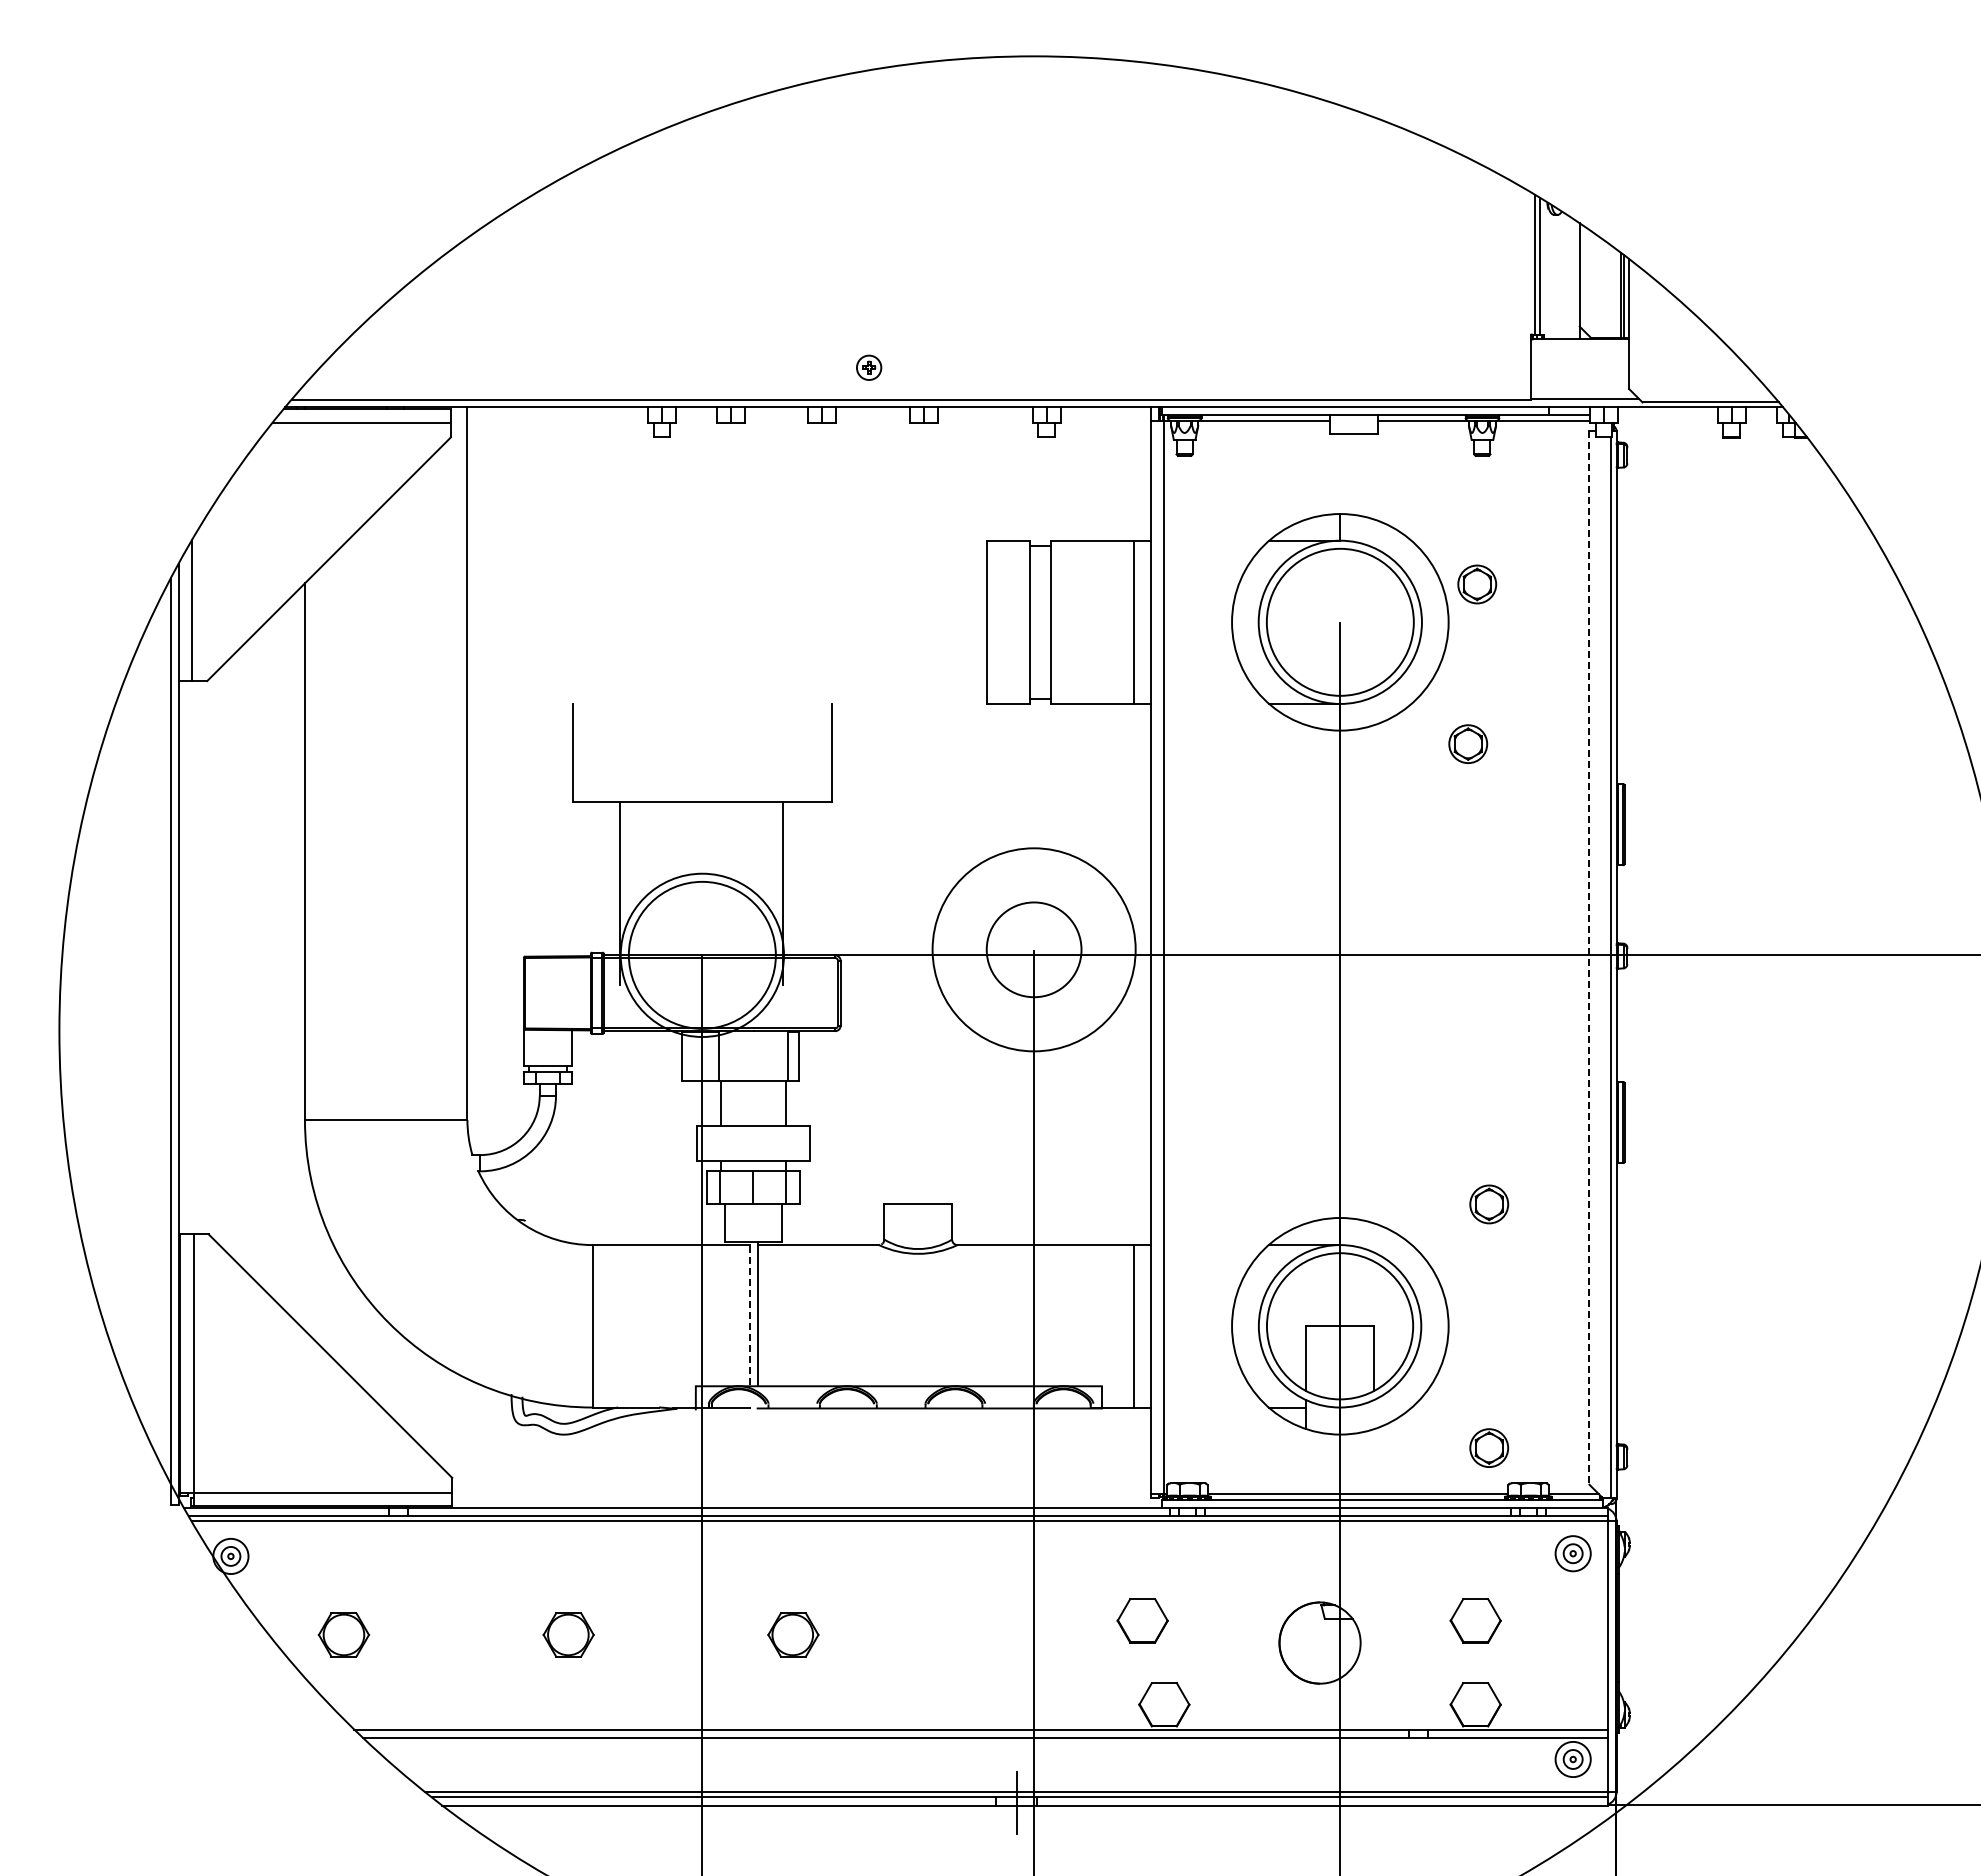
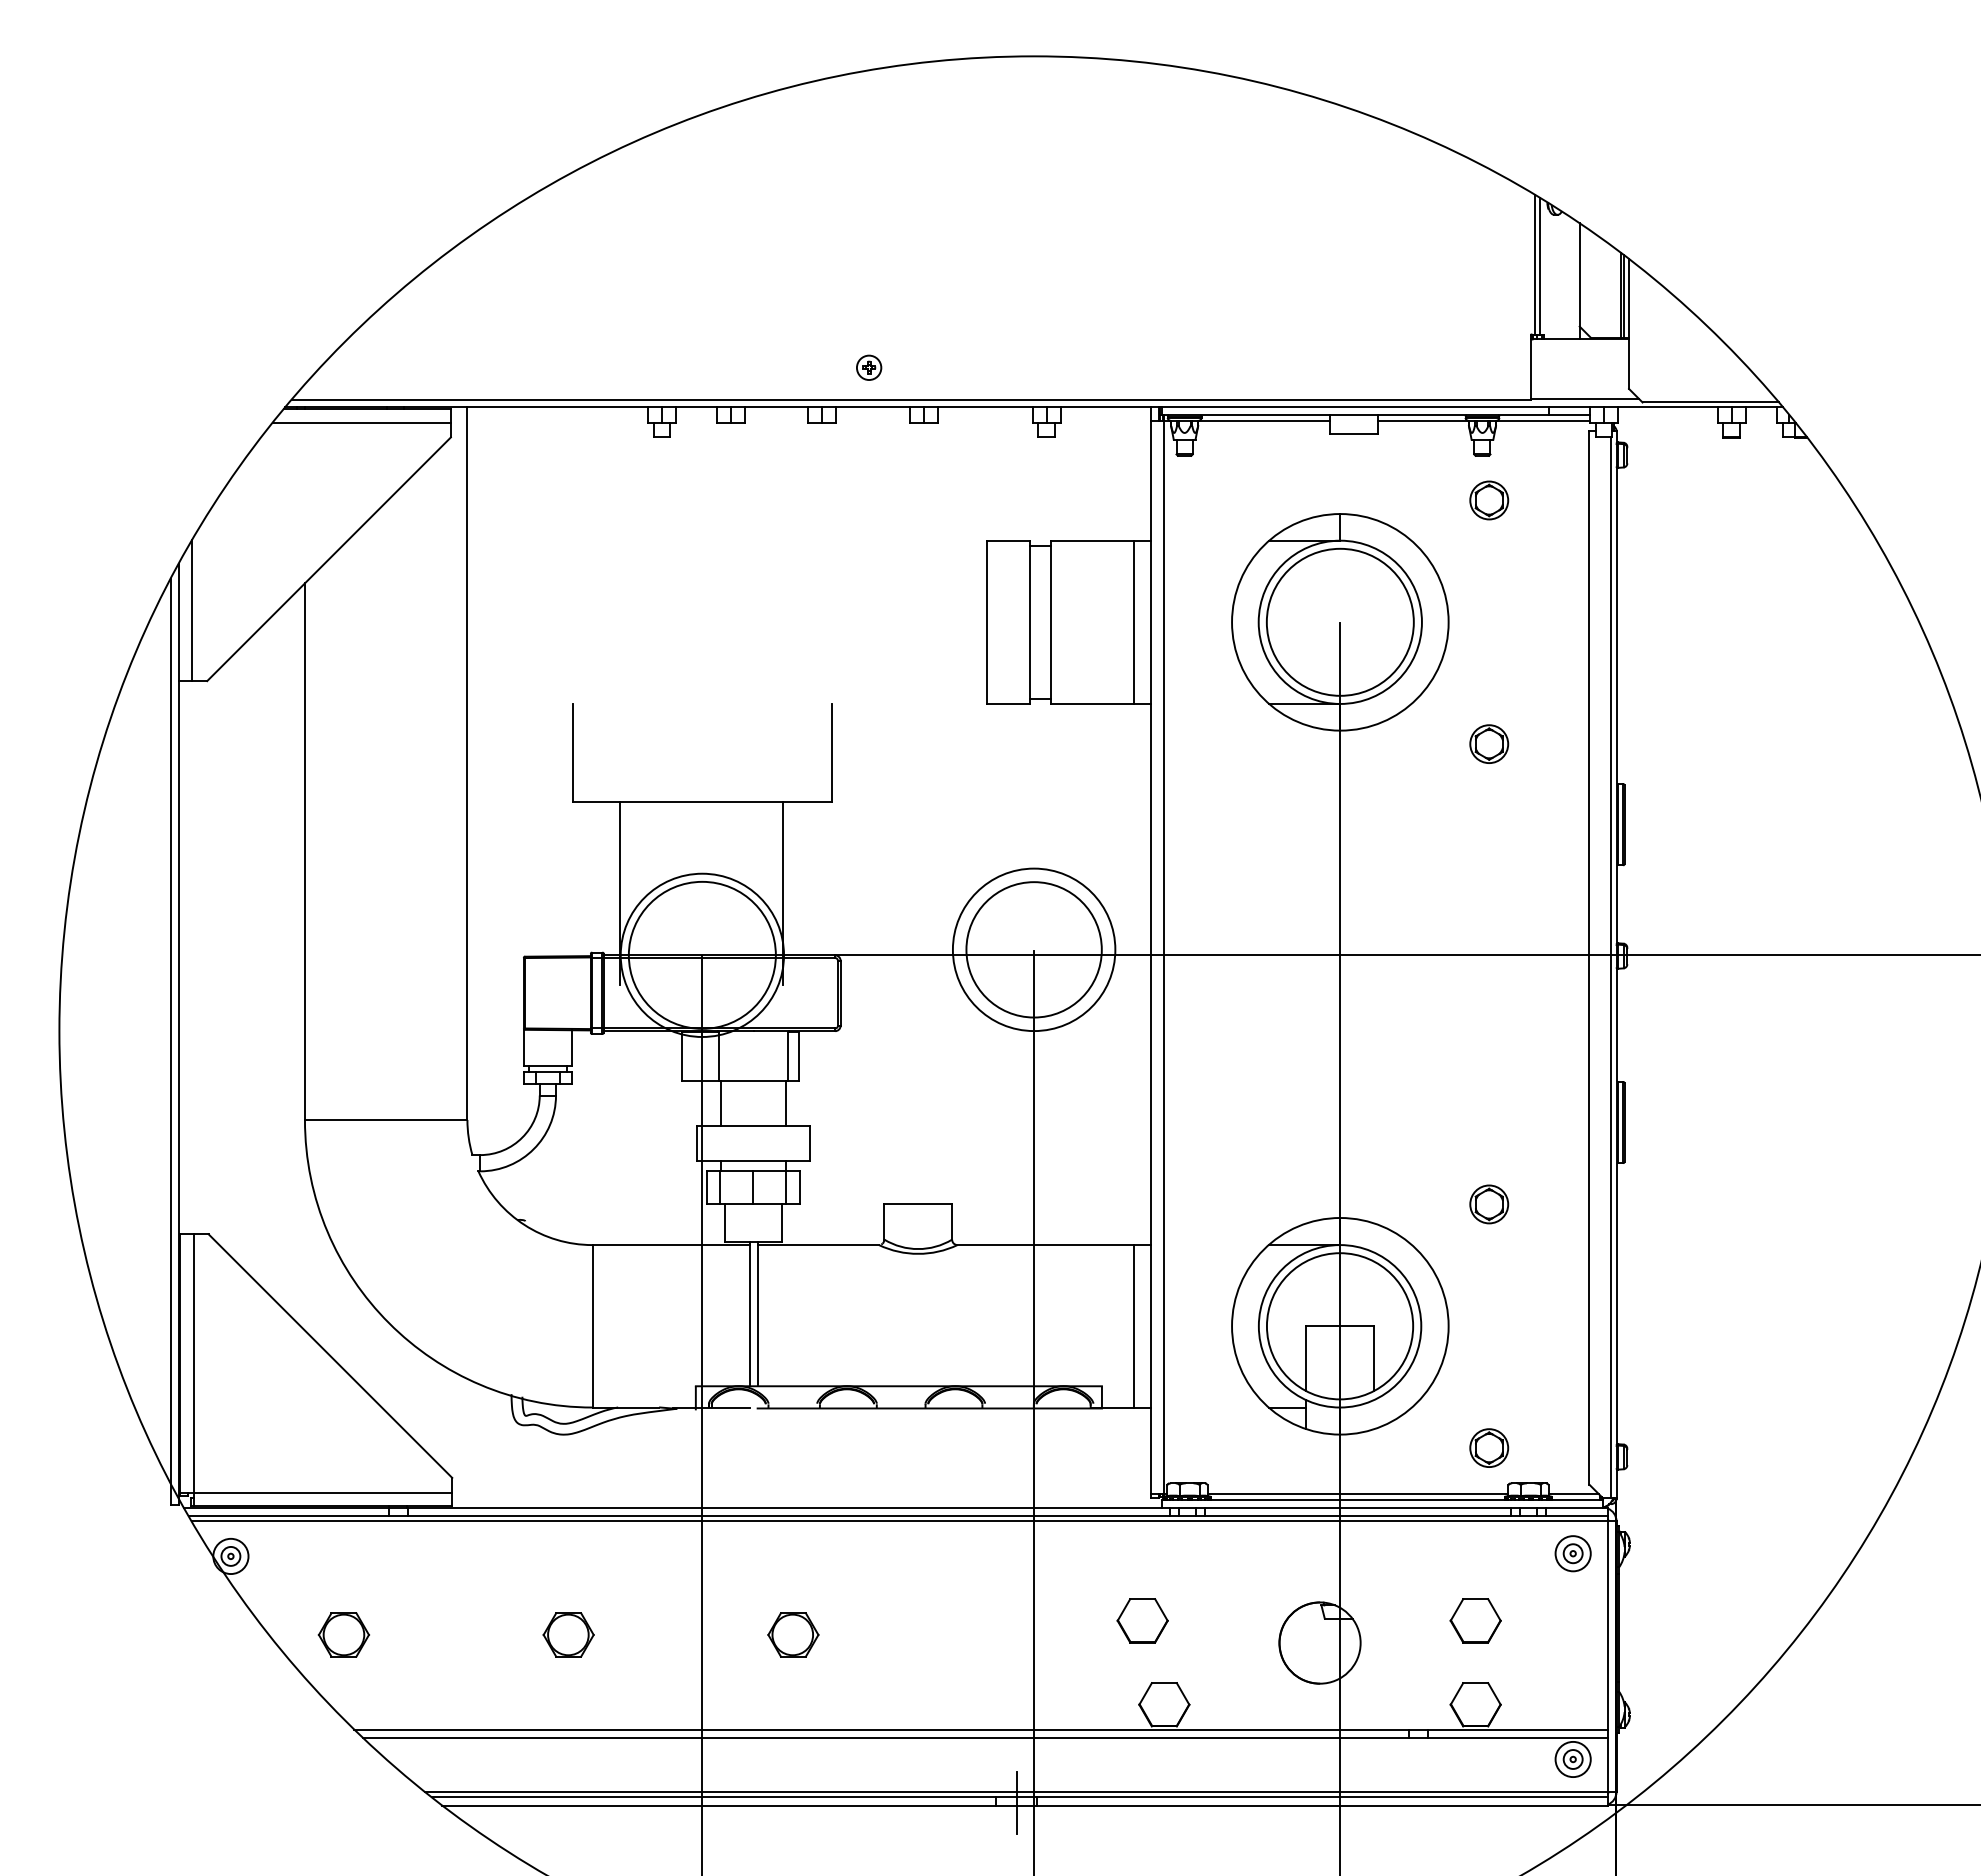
part at (1477, 584) position: (1477, 584) -> (1489, 500)
part at (1468, 743) position: (1468, 743) -> (1489, 743)
circle at (1033, 949) diameter: 203 px -> 162 px
circle at (1033, 949) diameter: 95 px -> 135 px
line at (1589, 958): dashed -> solid
line at (749, 1313): dashed -> solid
